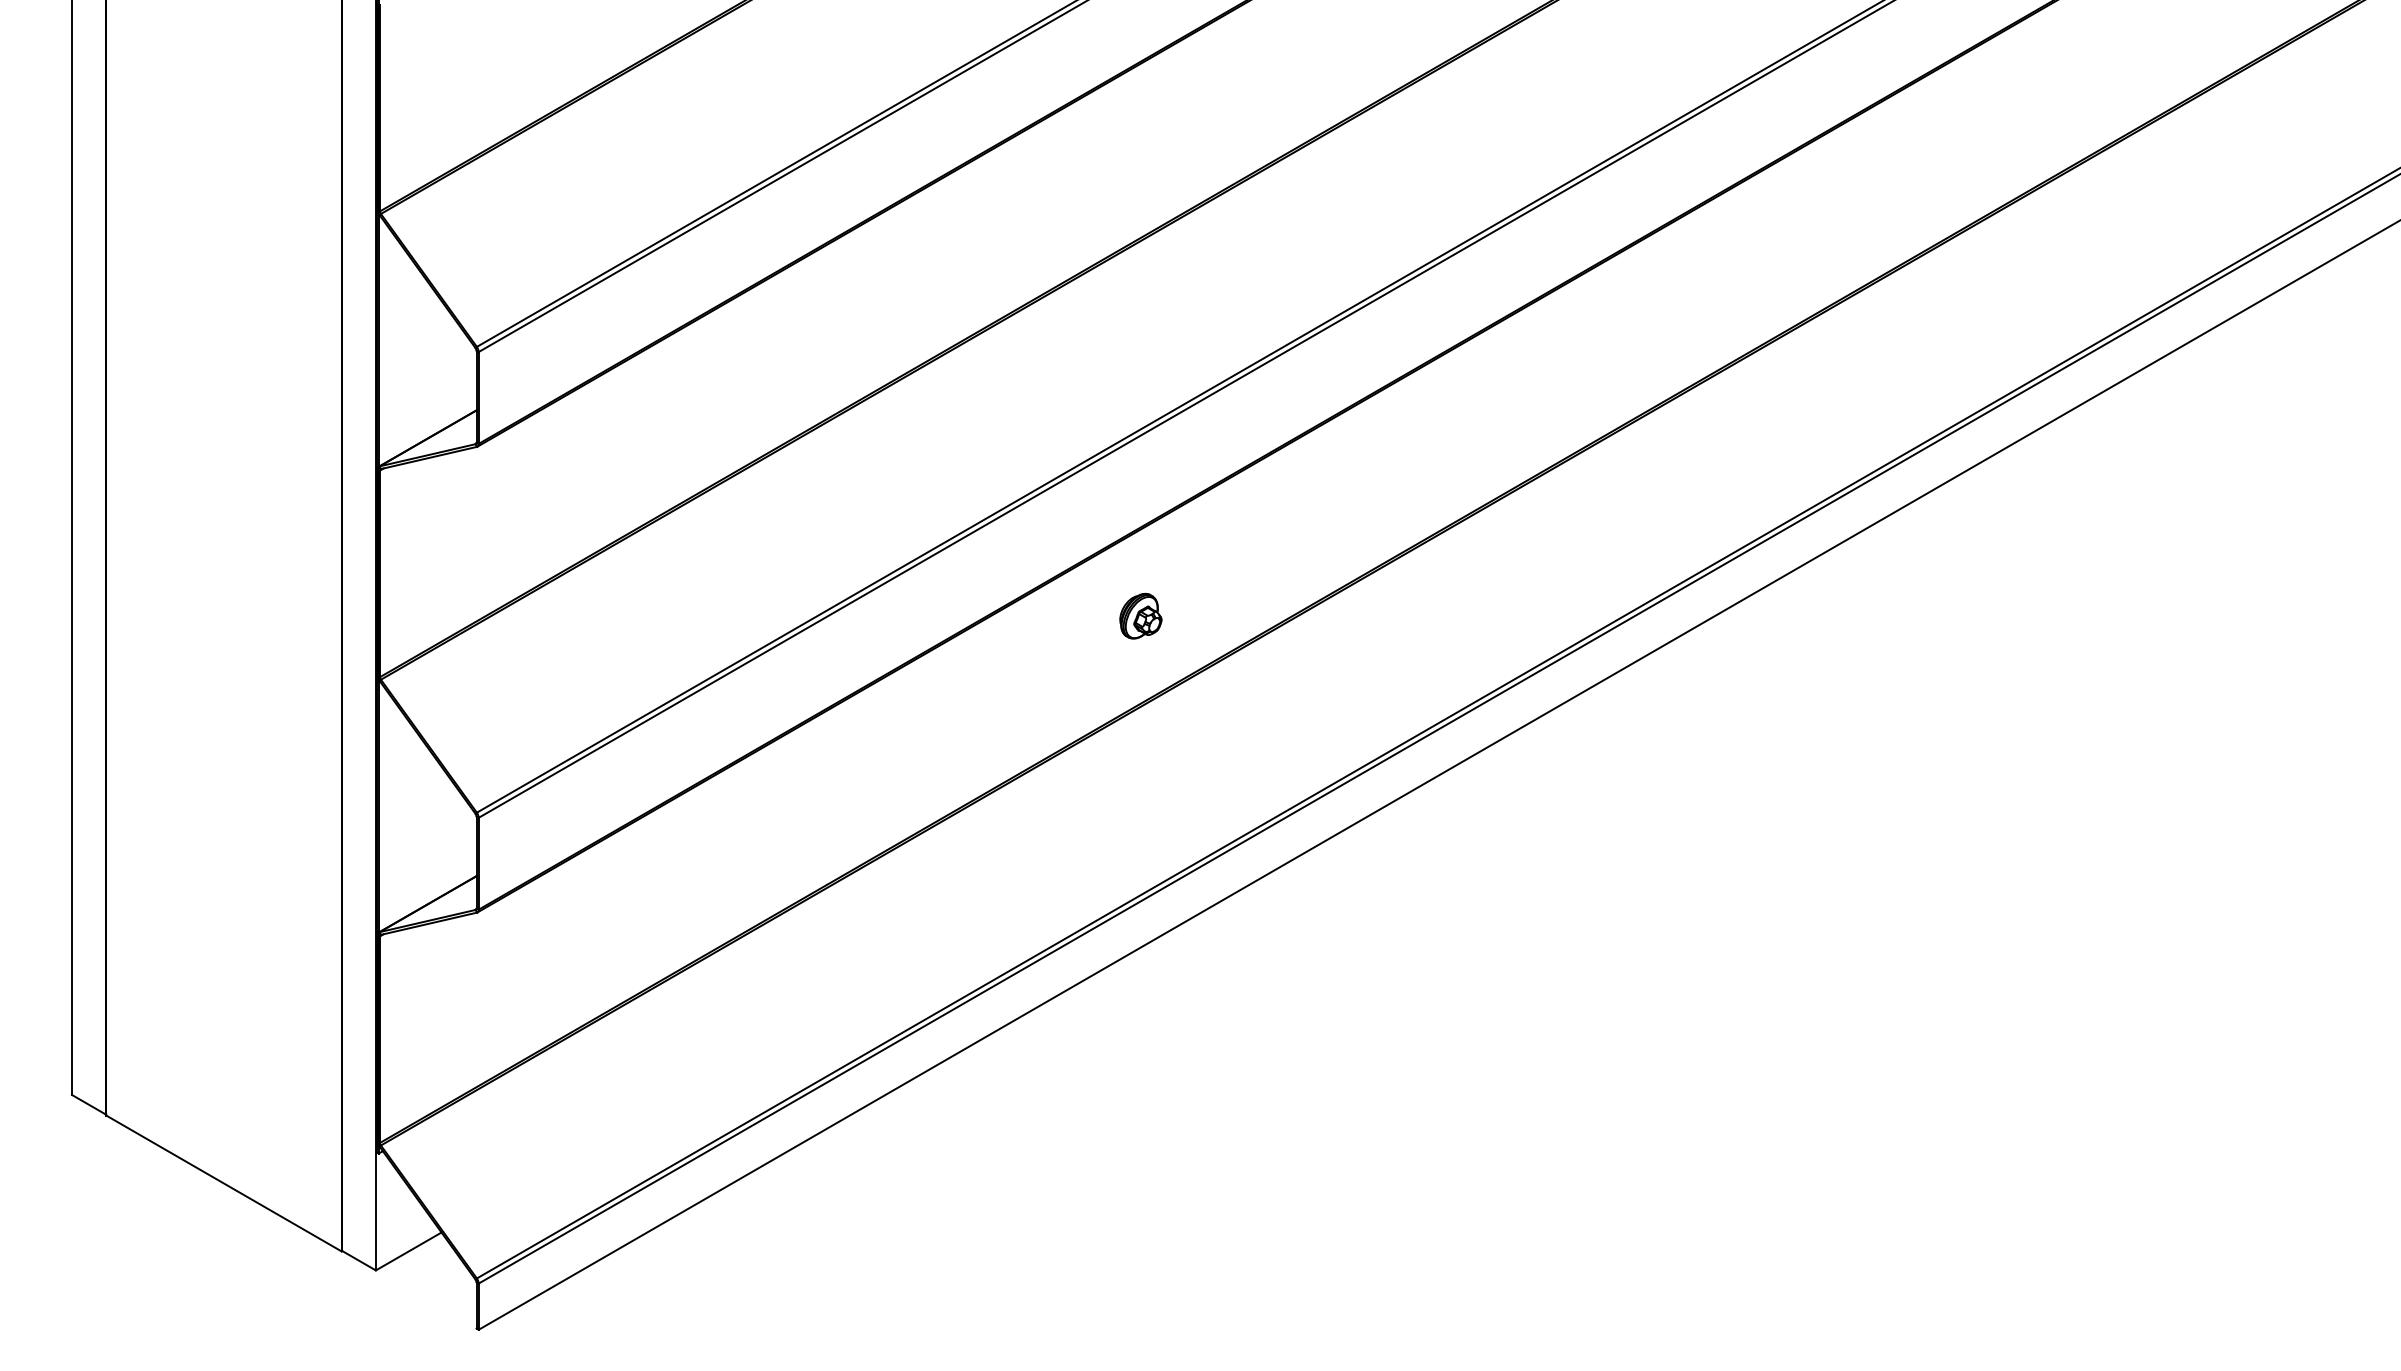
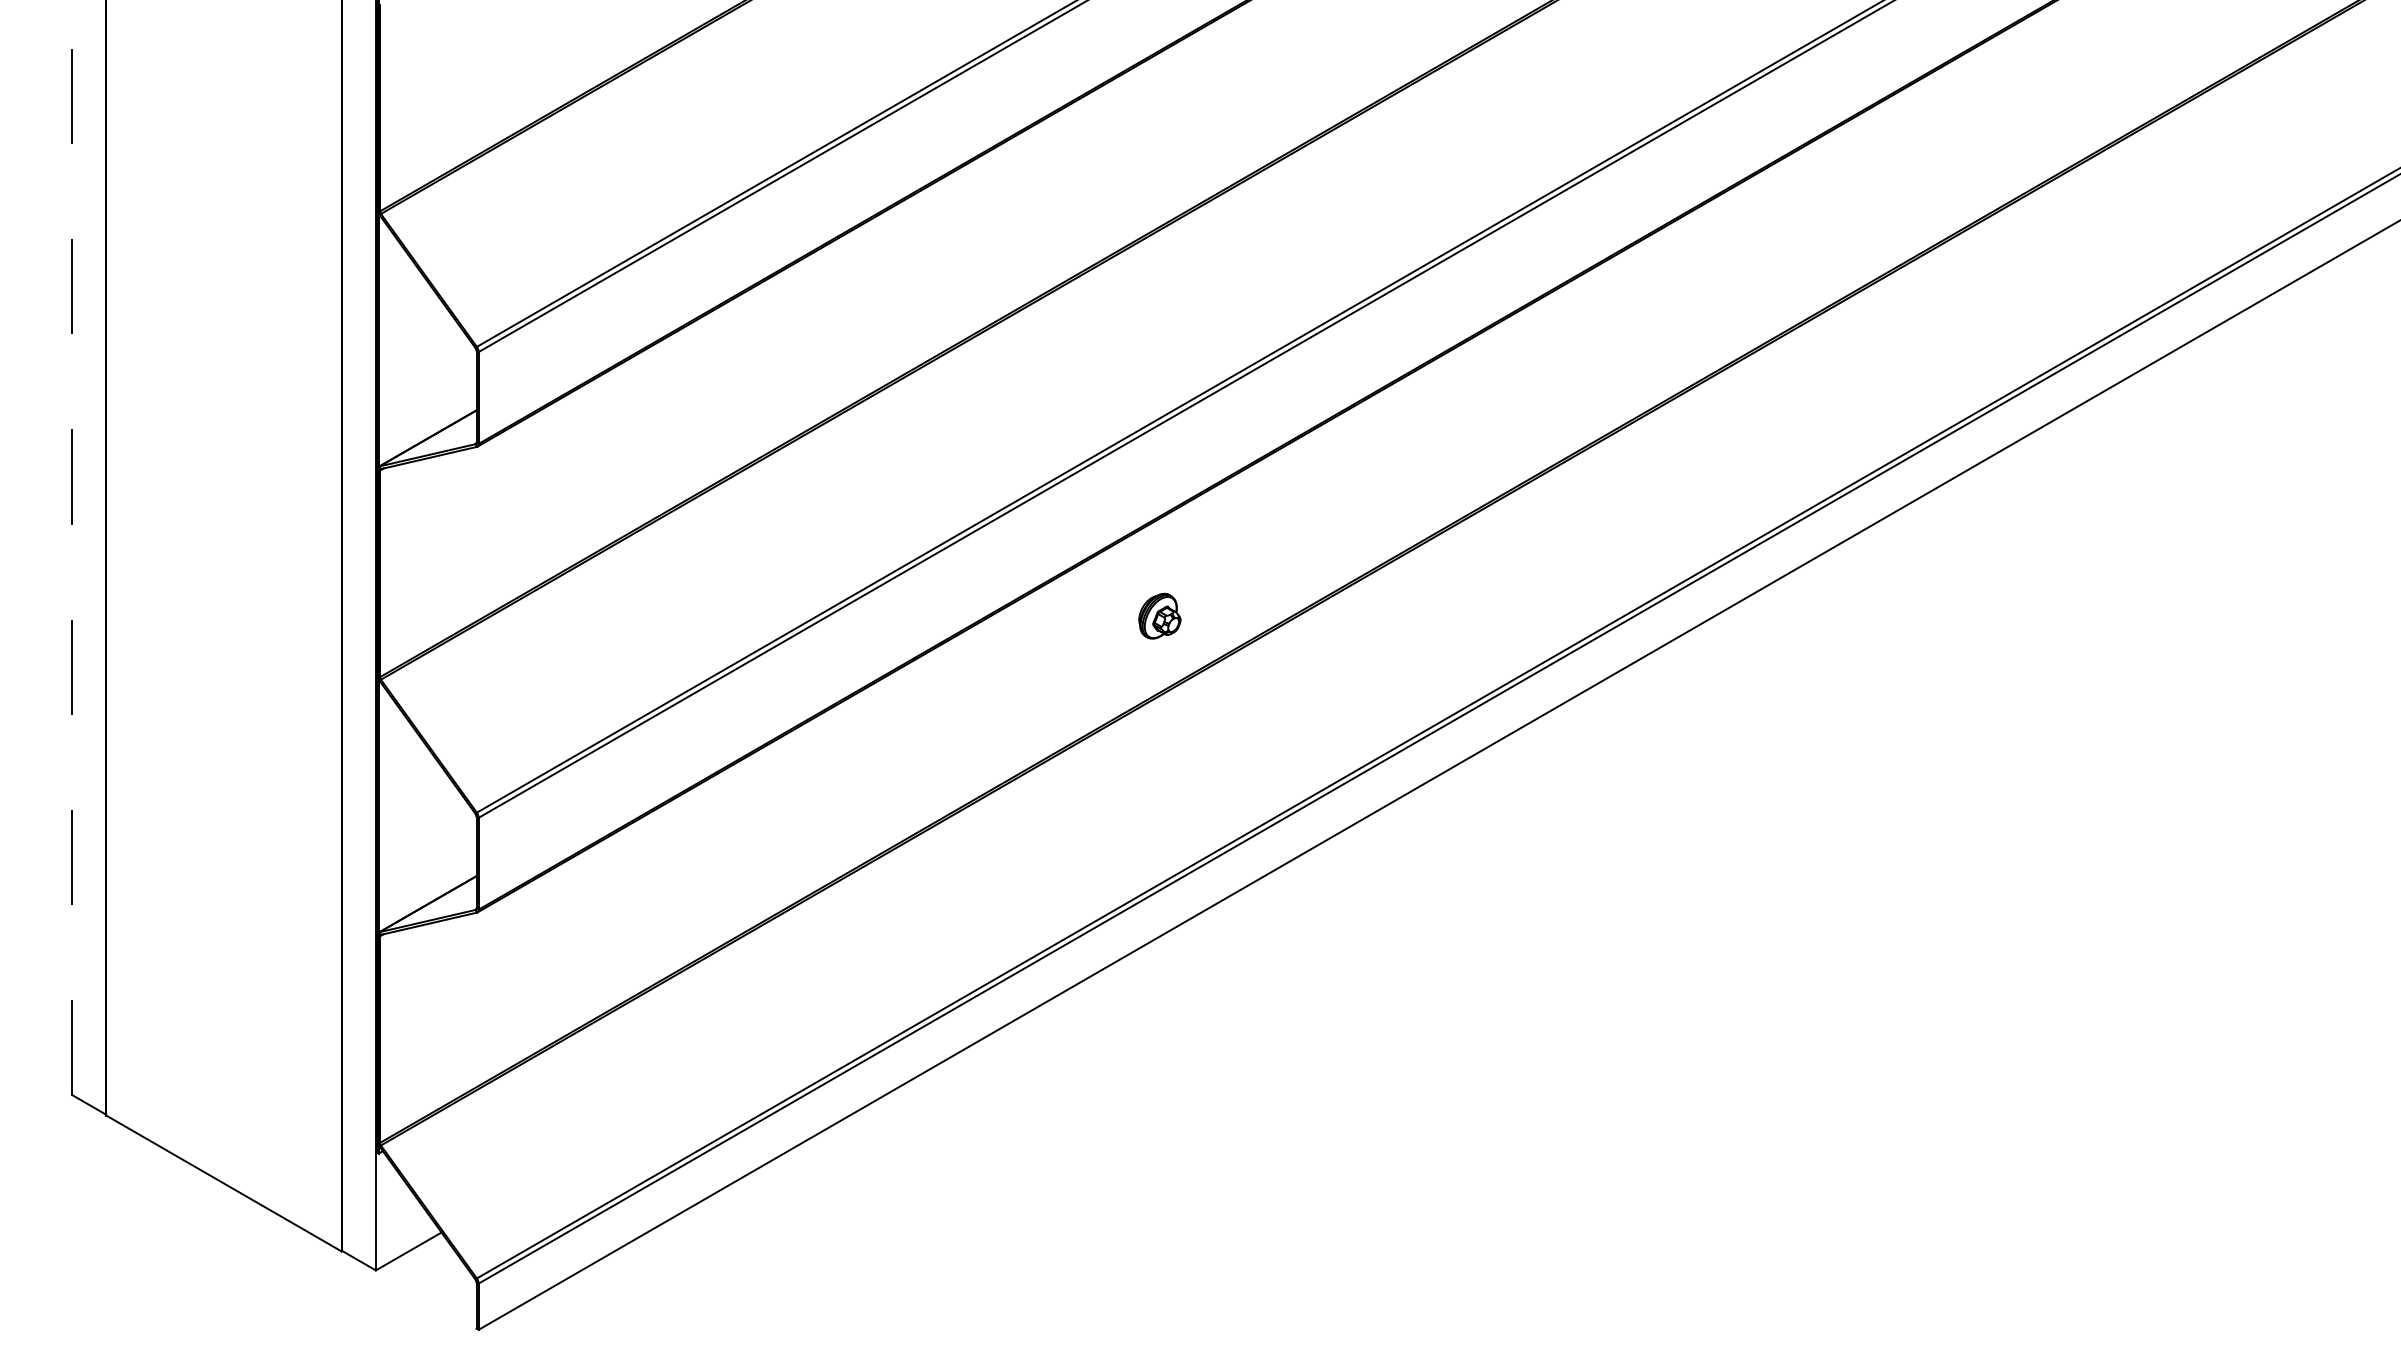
line at (72, 547): solid -> dashed
part at (1140, 615) position: (1140, 615) -> (1159, 615)
